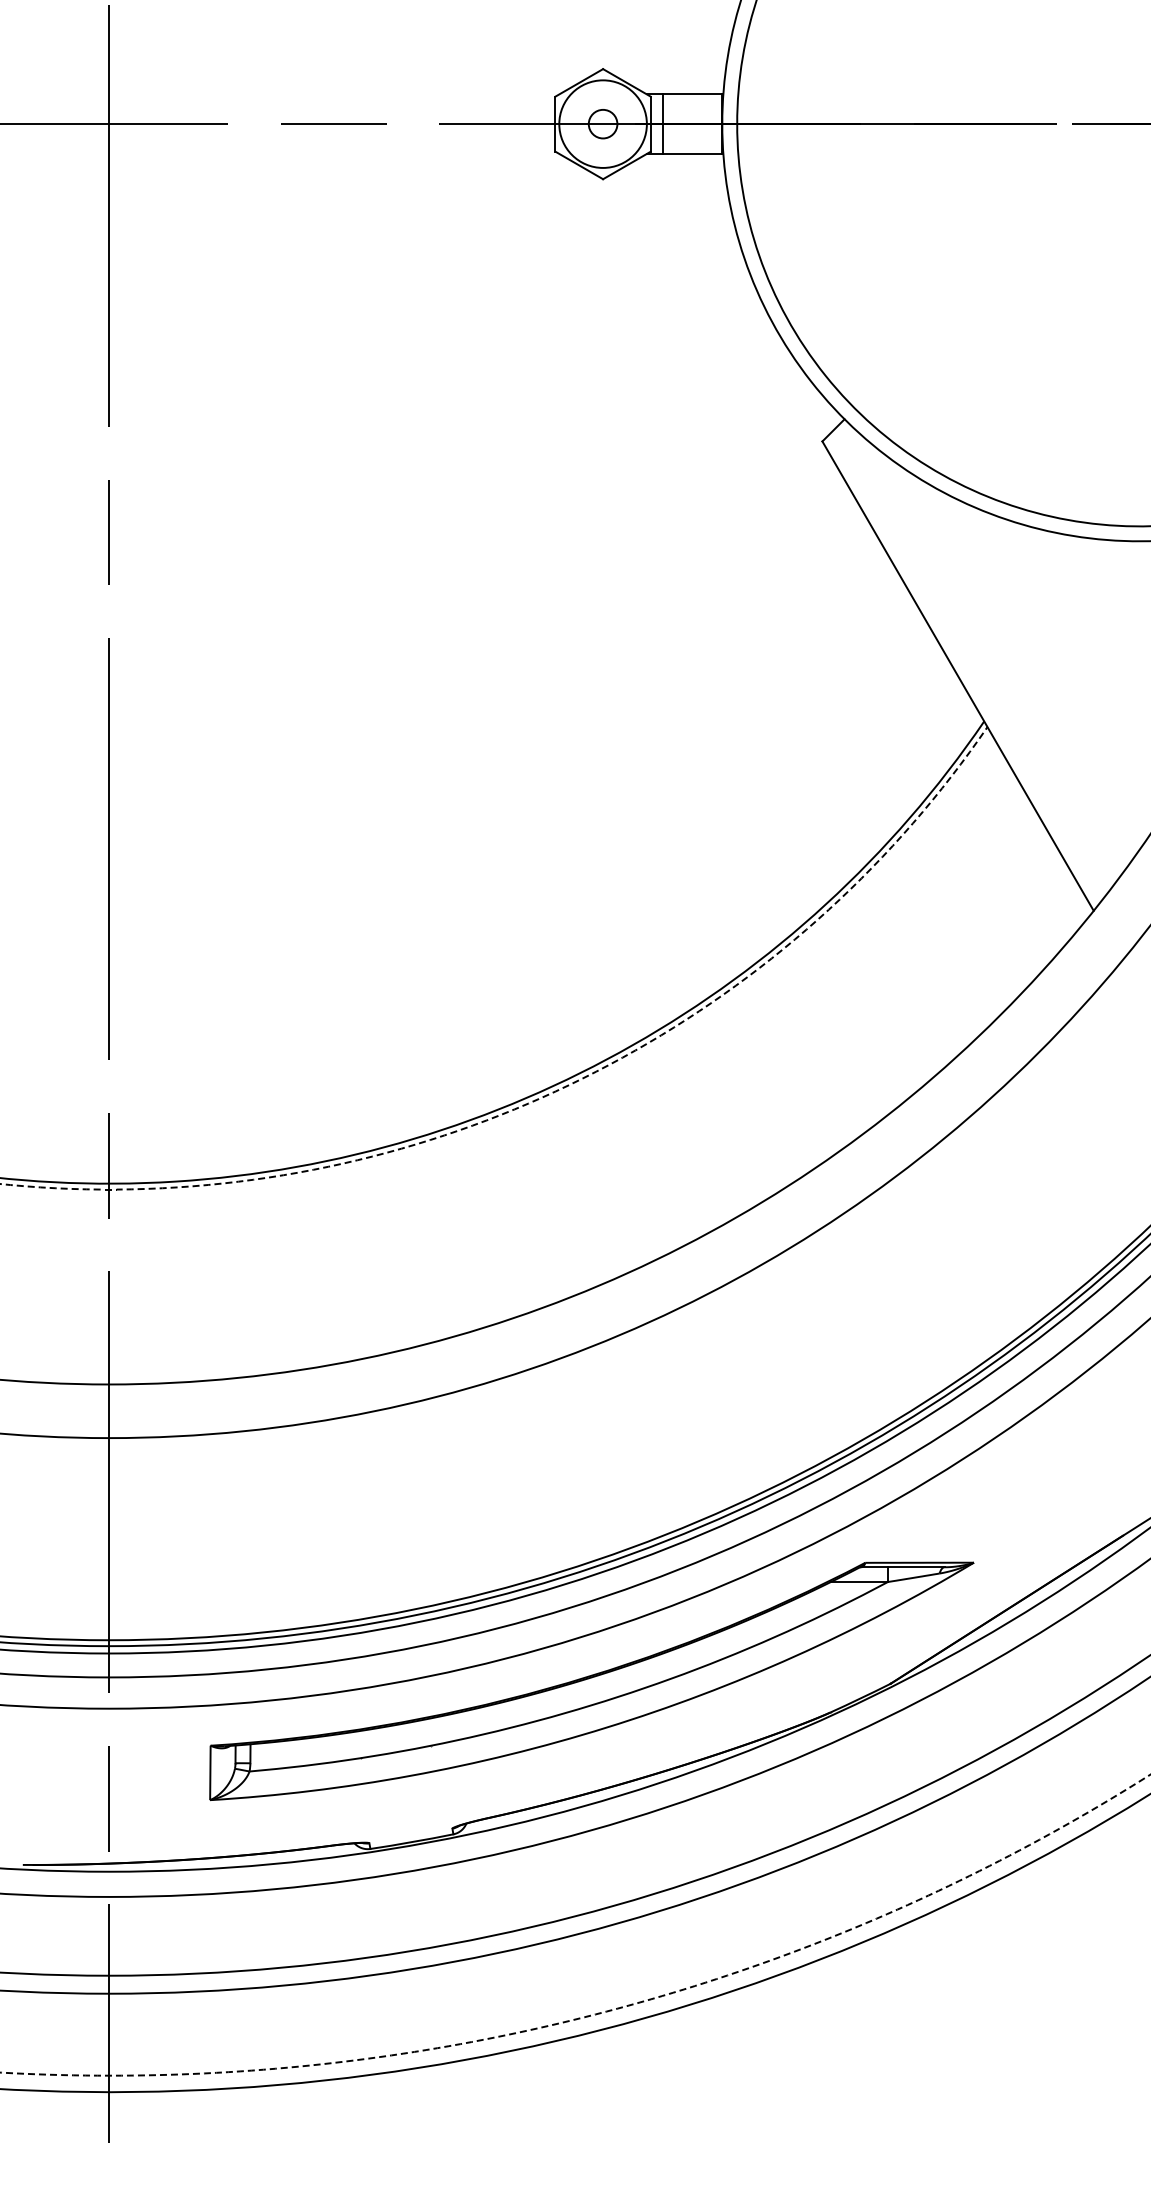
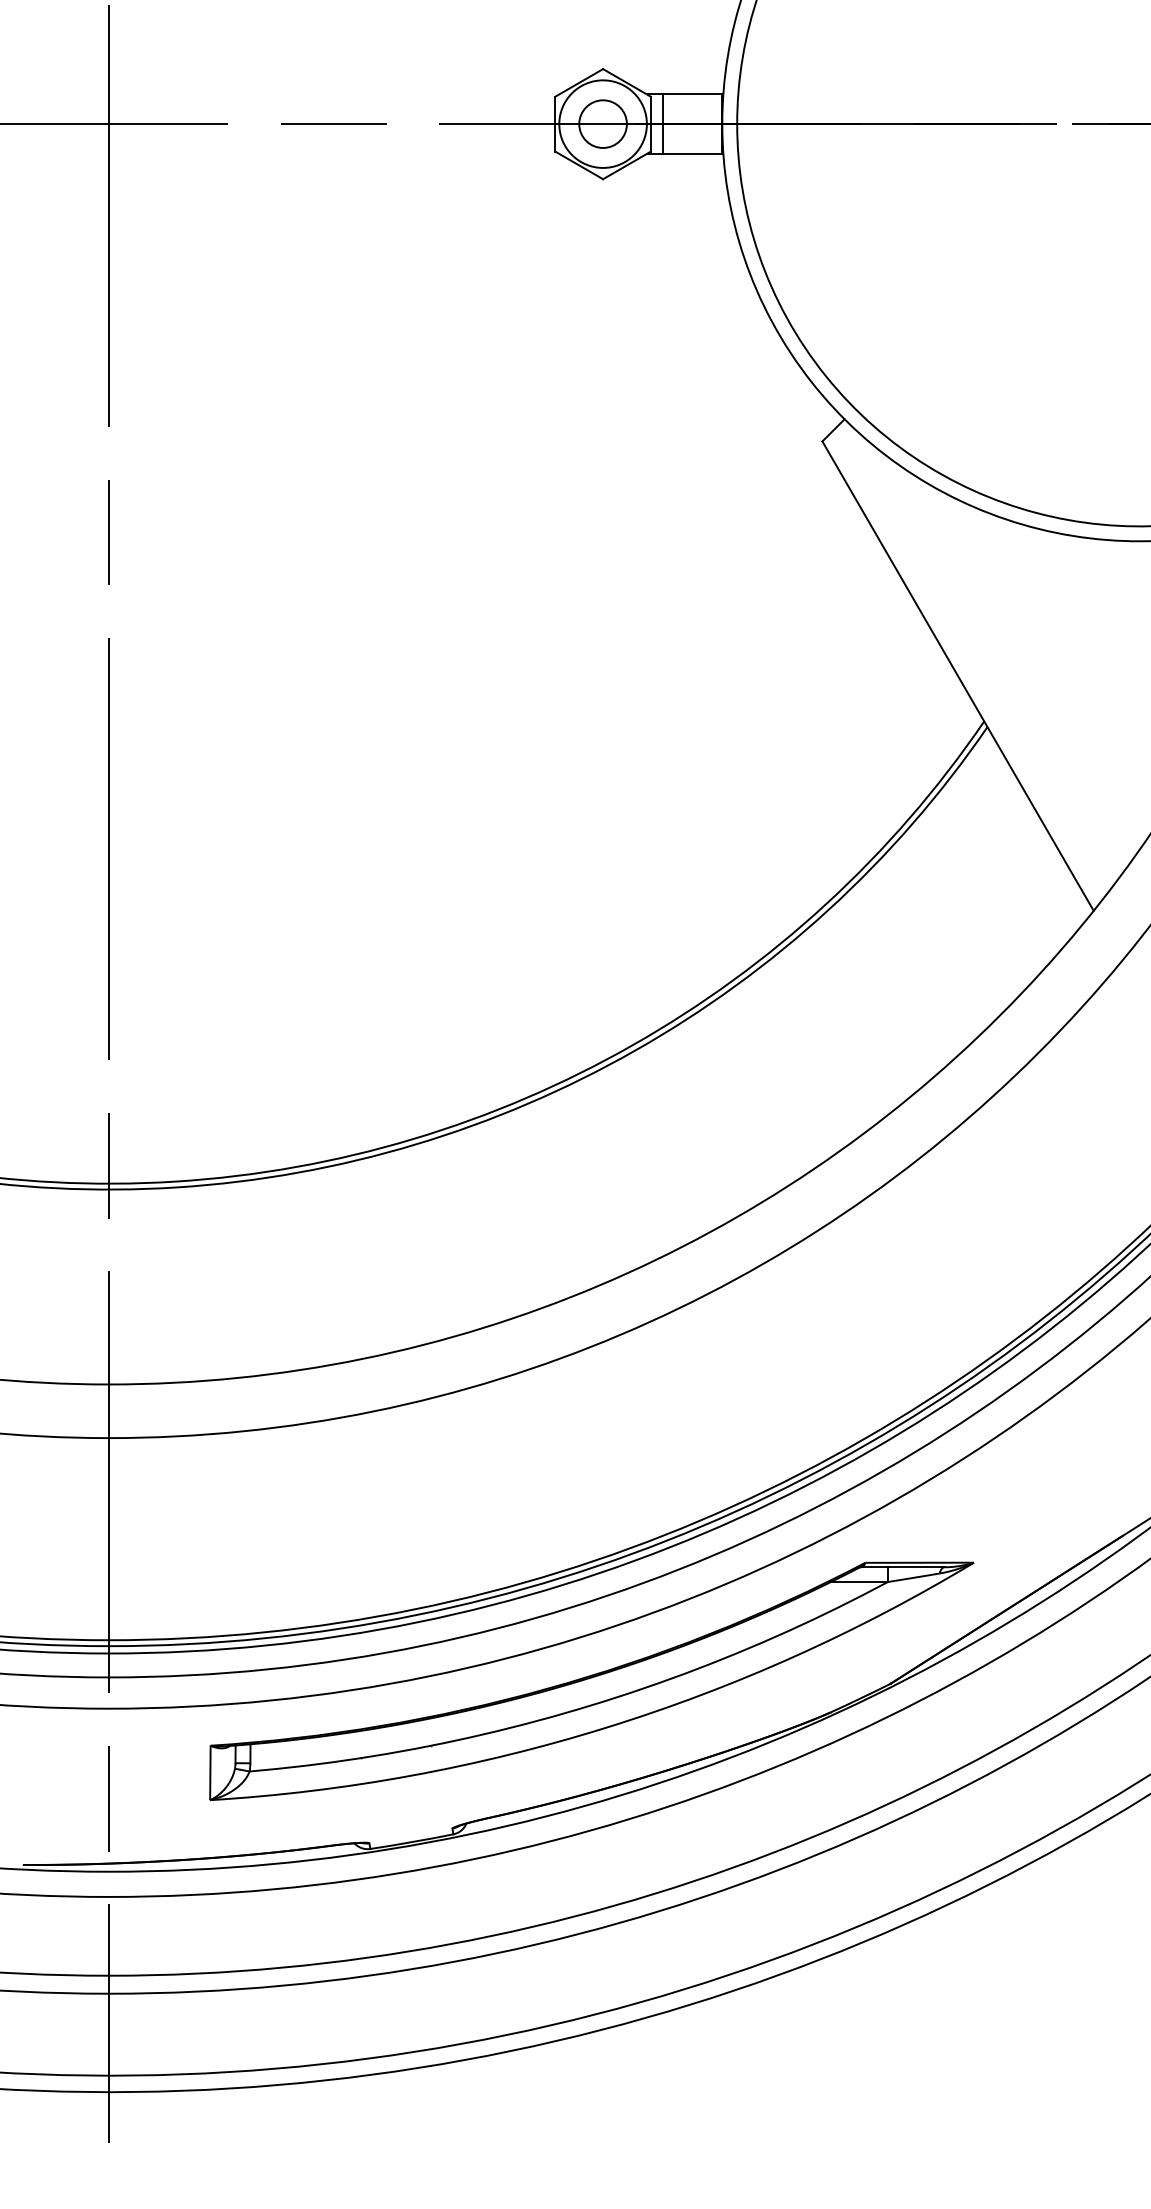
circle at (602, 123) diameter: 29 px -> 48 px
arc at (555, 1091): dashed -> solid
arc at (599, 2013): dashed -> solid
